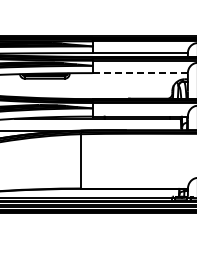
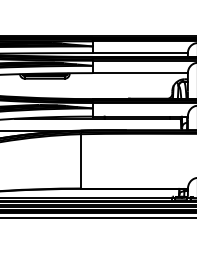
line at (140, 73): dashed -> solid
line at (97, 218): none -> present
